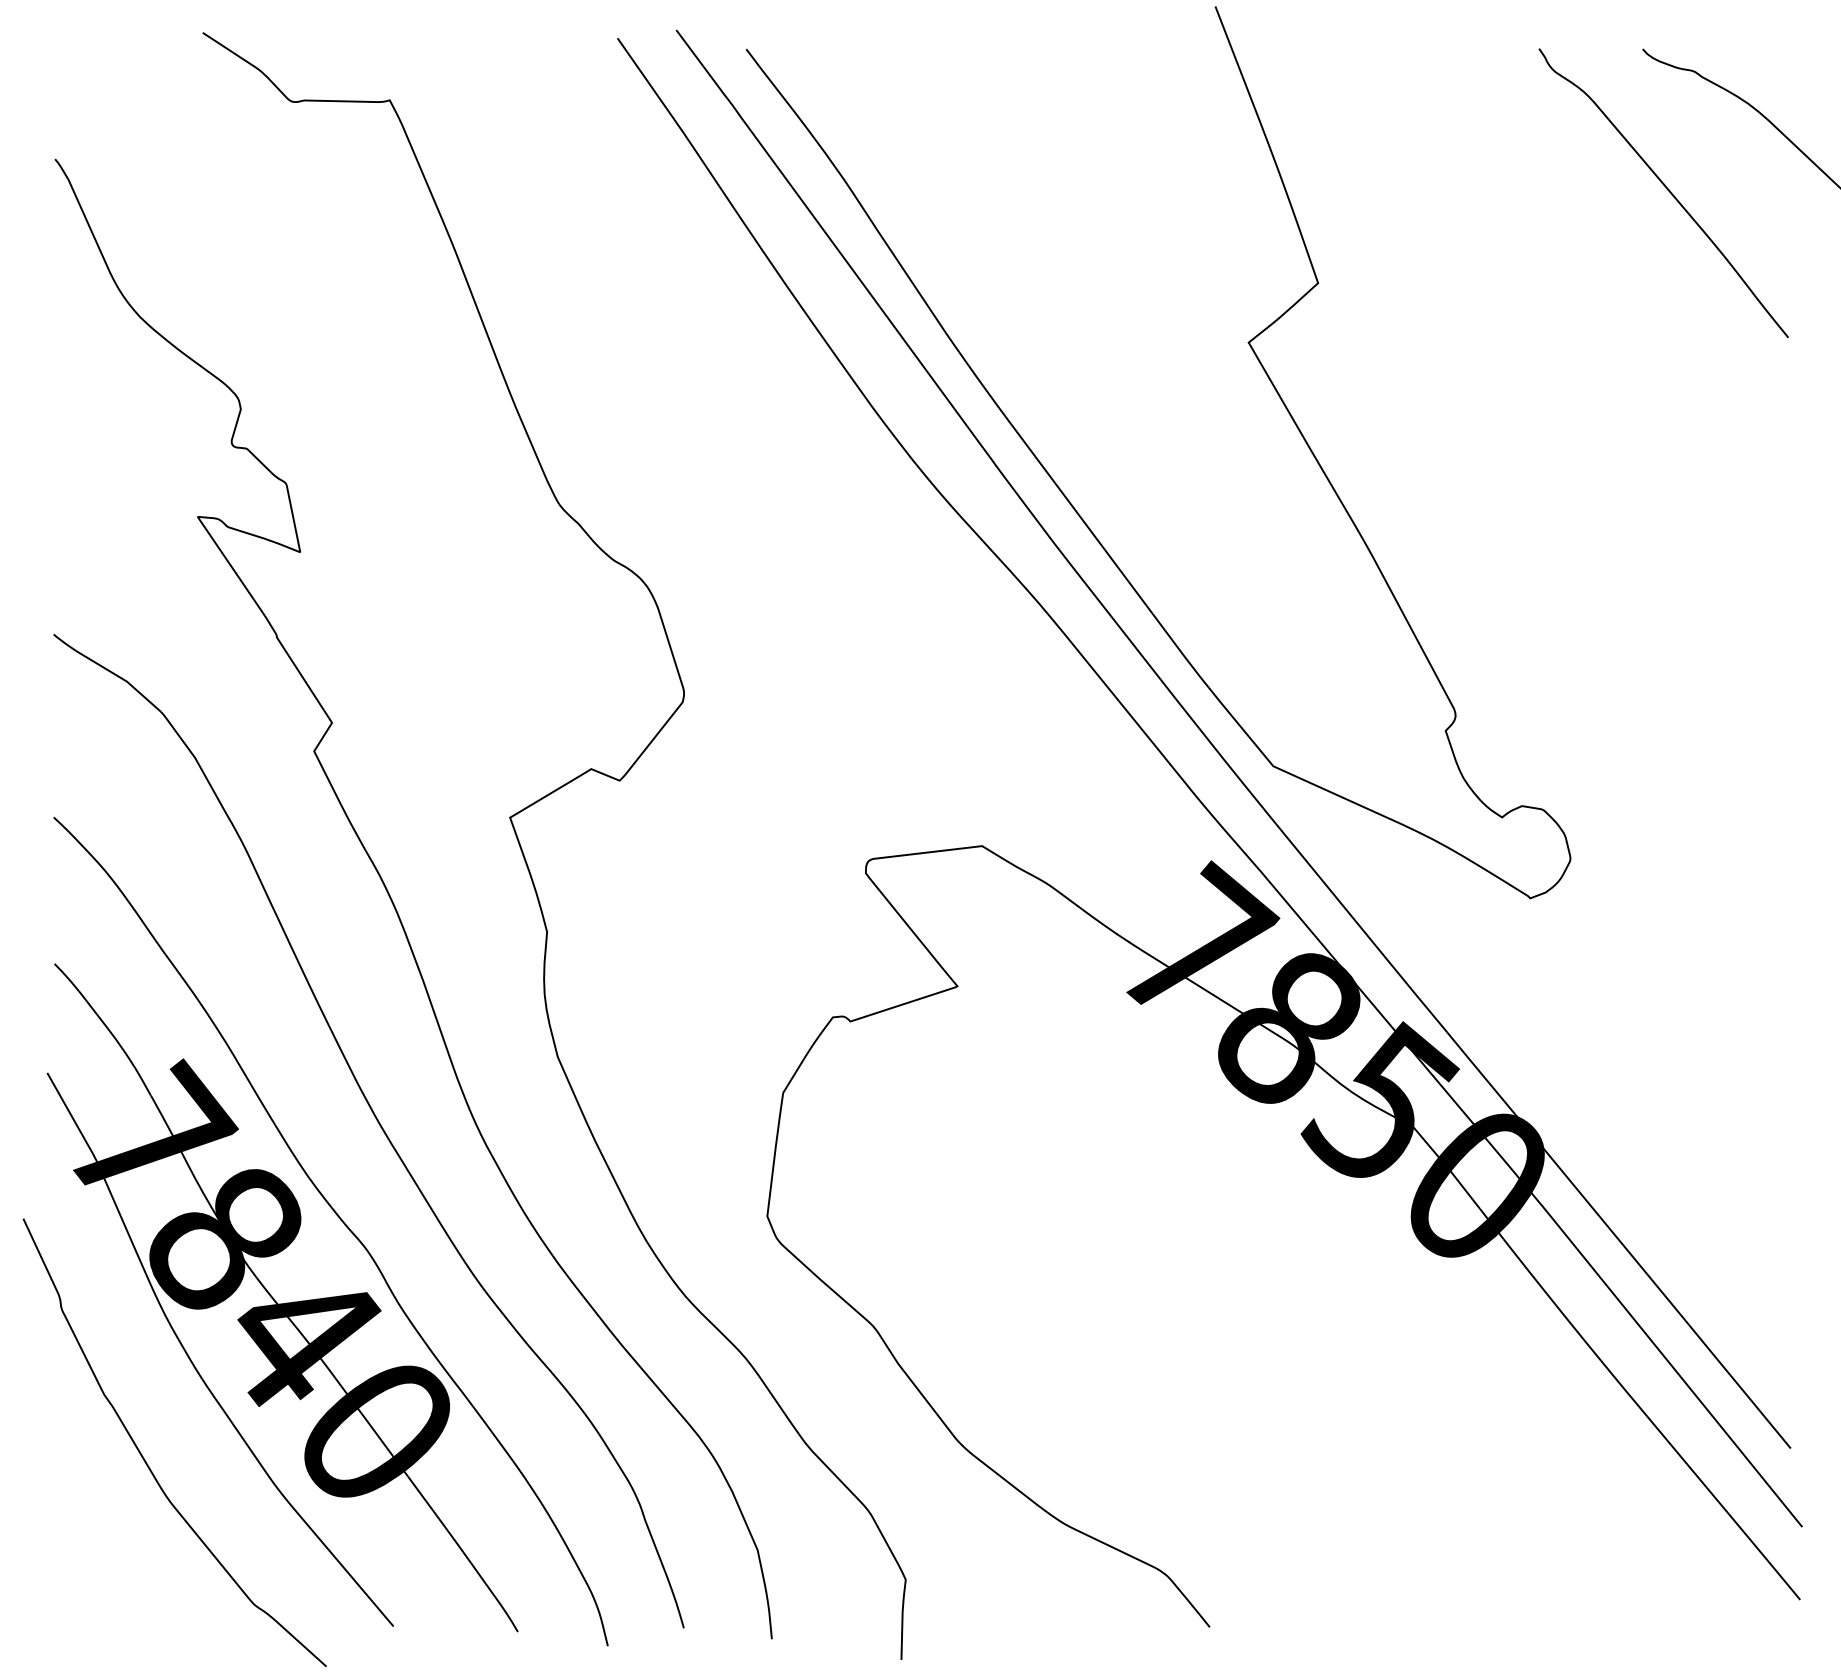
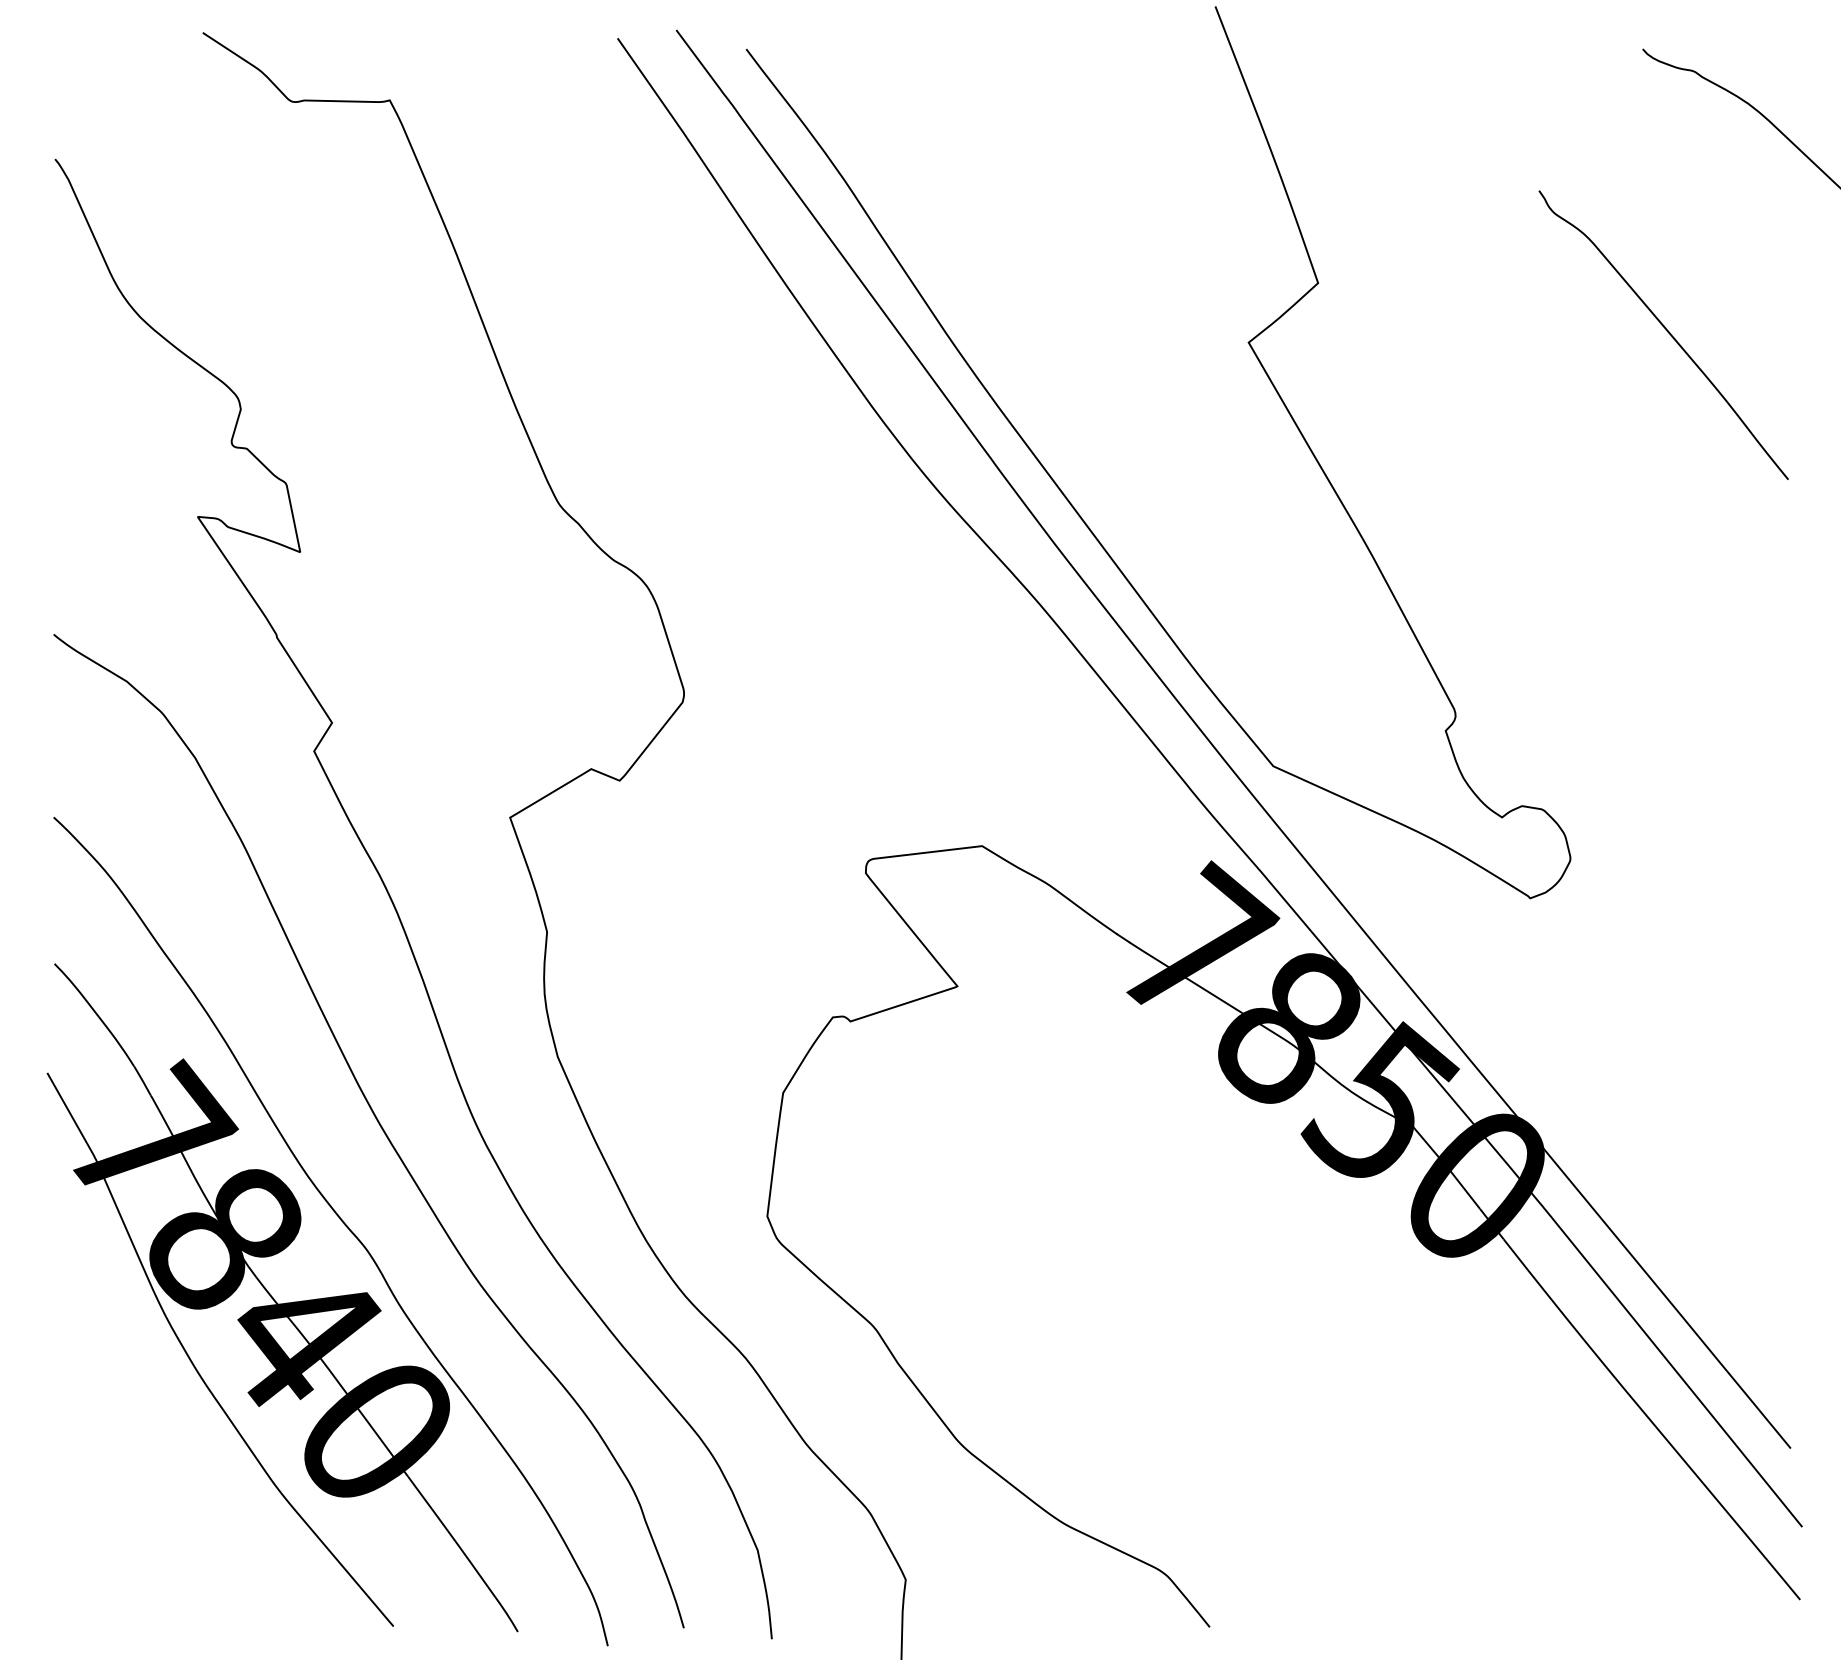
curve at (1666, 189) position: (1666, 189) -> (1666, 331)
curve at (145, 1459): present -> none
